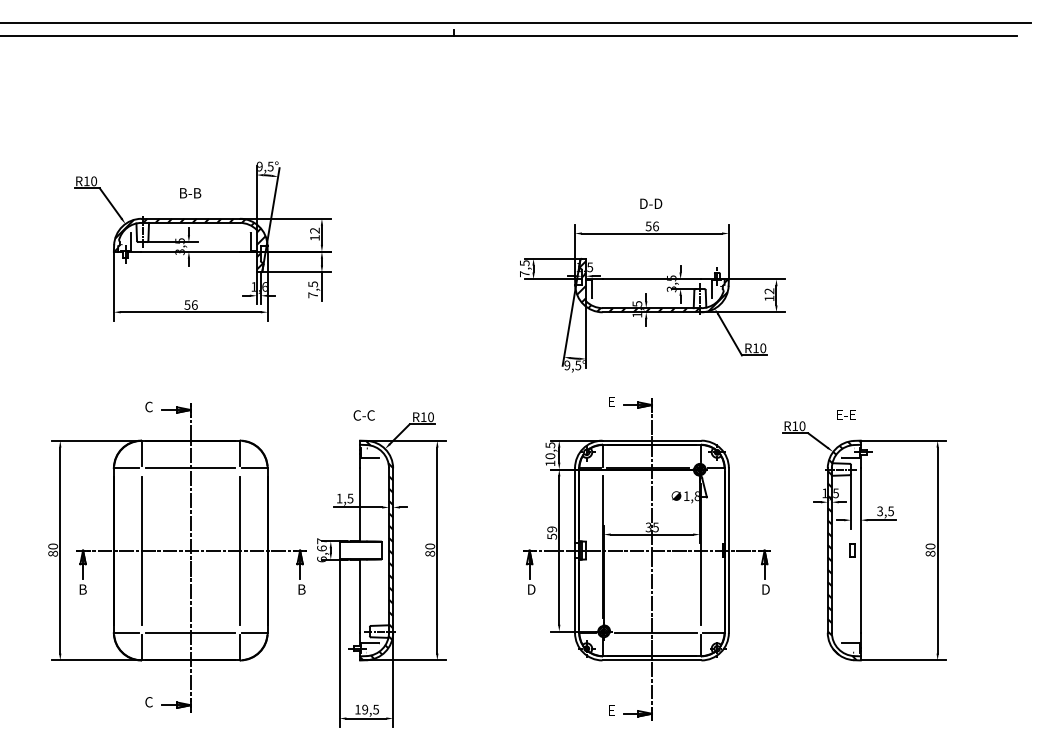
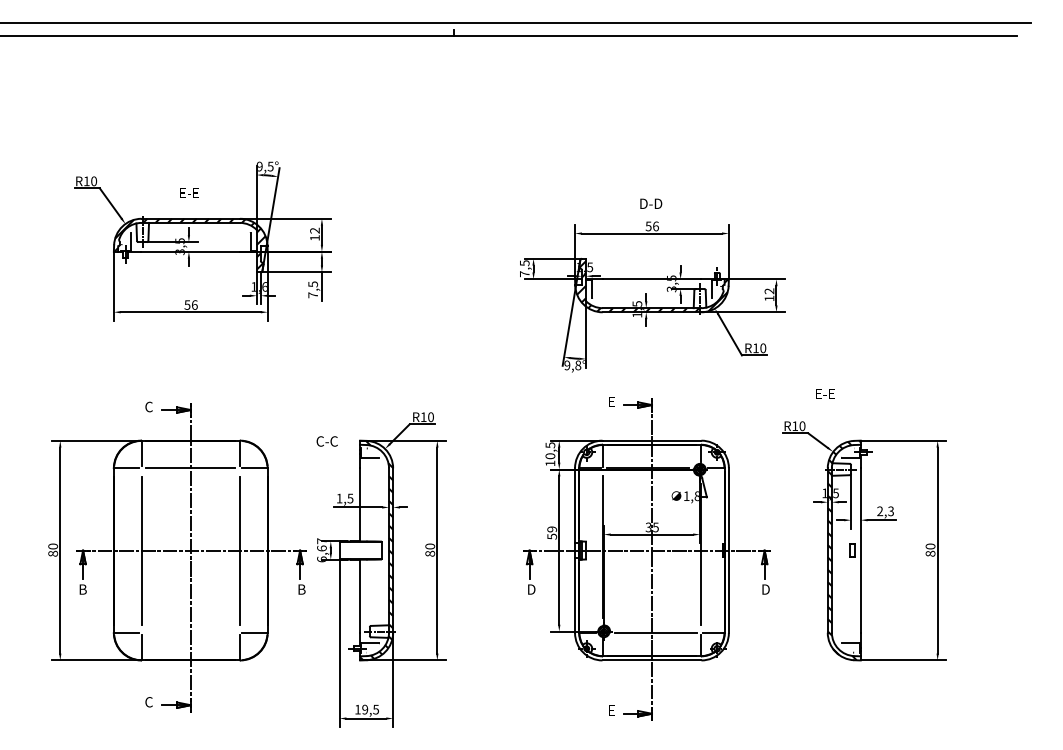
text at (190, 193): B-B -> E-E
text at (578, 365): 9,5° -> 9,8°
text at (846, 414) position: (846, 414) -> (825, 393)
text at (363, 415) position: (363, 415) -> (326, 441)
text at (885, 511): 3,5 -> 2,3
line at (190, 632): present -> none
